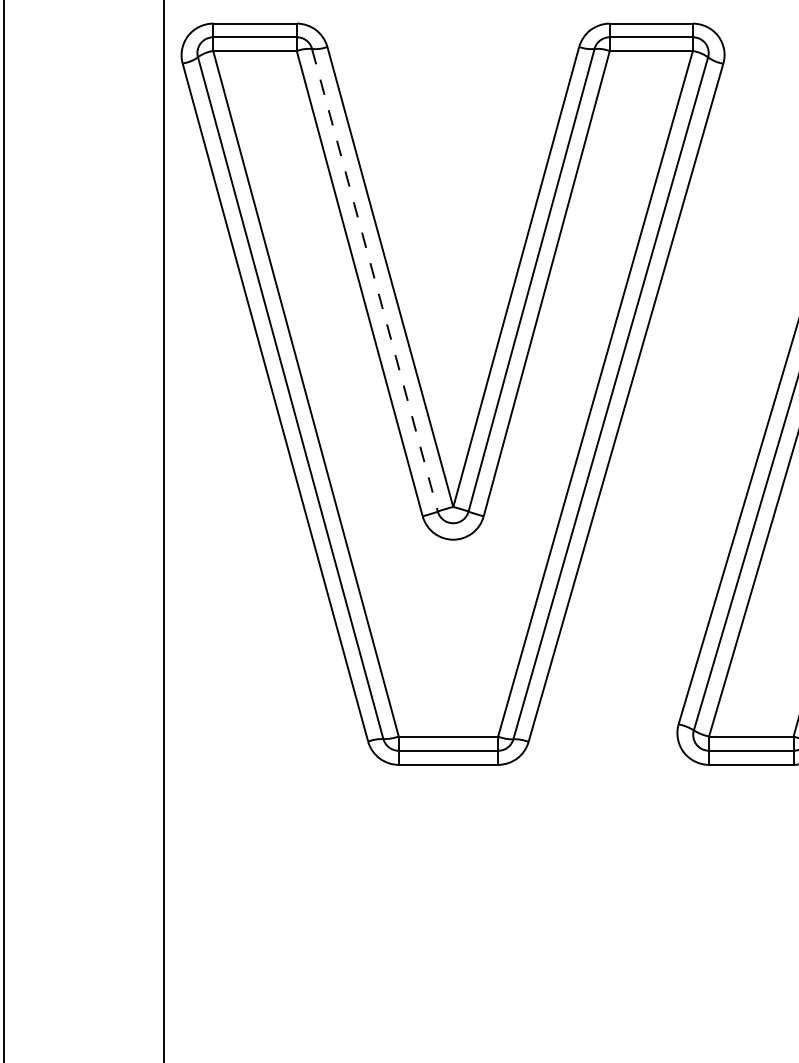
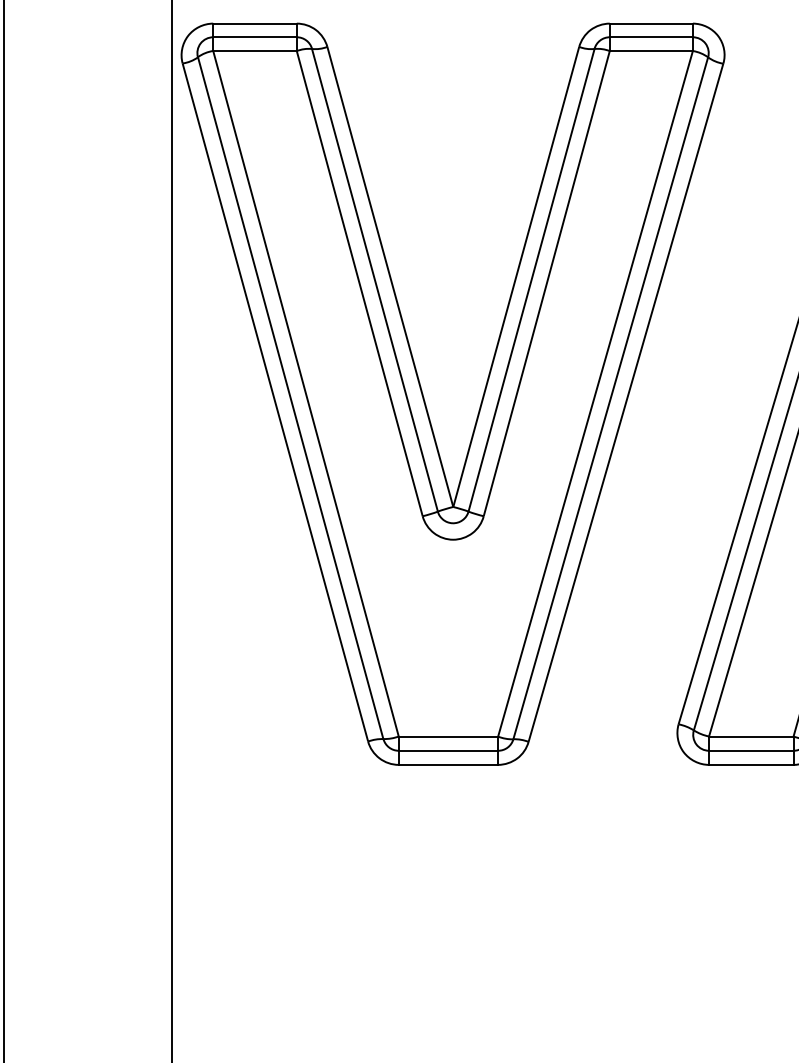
line at (375, 280): dashed -> solid
line at (164, 530) position: (164, 530) -> (172, 530)
